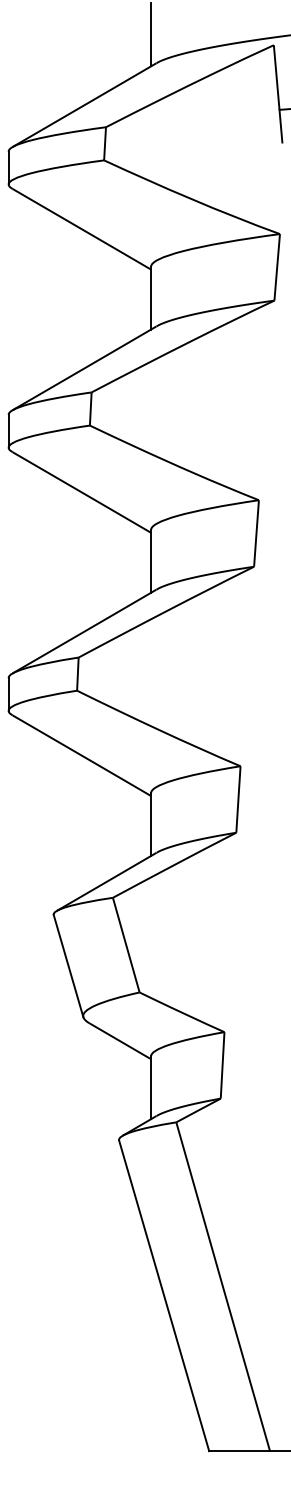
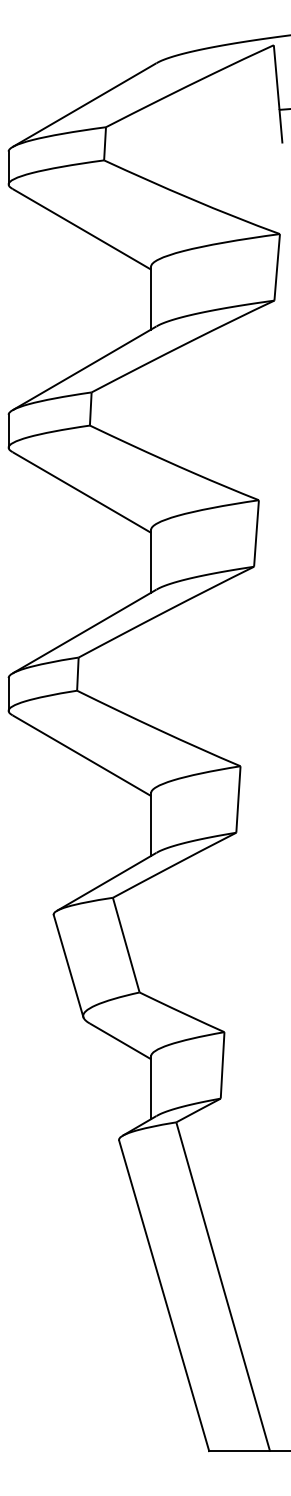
line at (151, 34): present -> none
